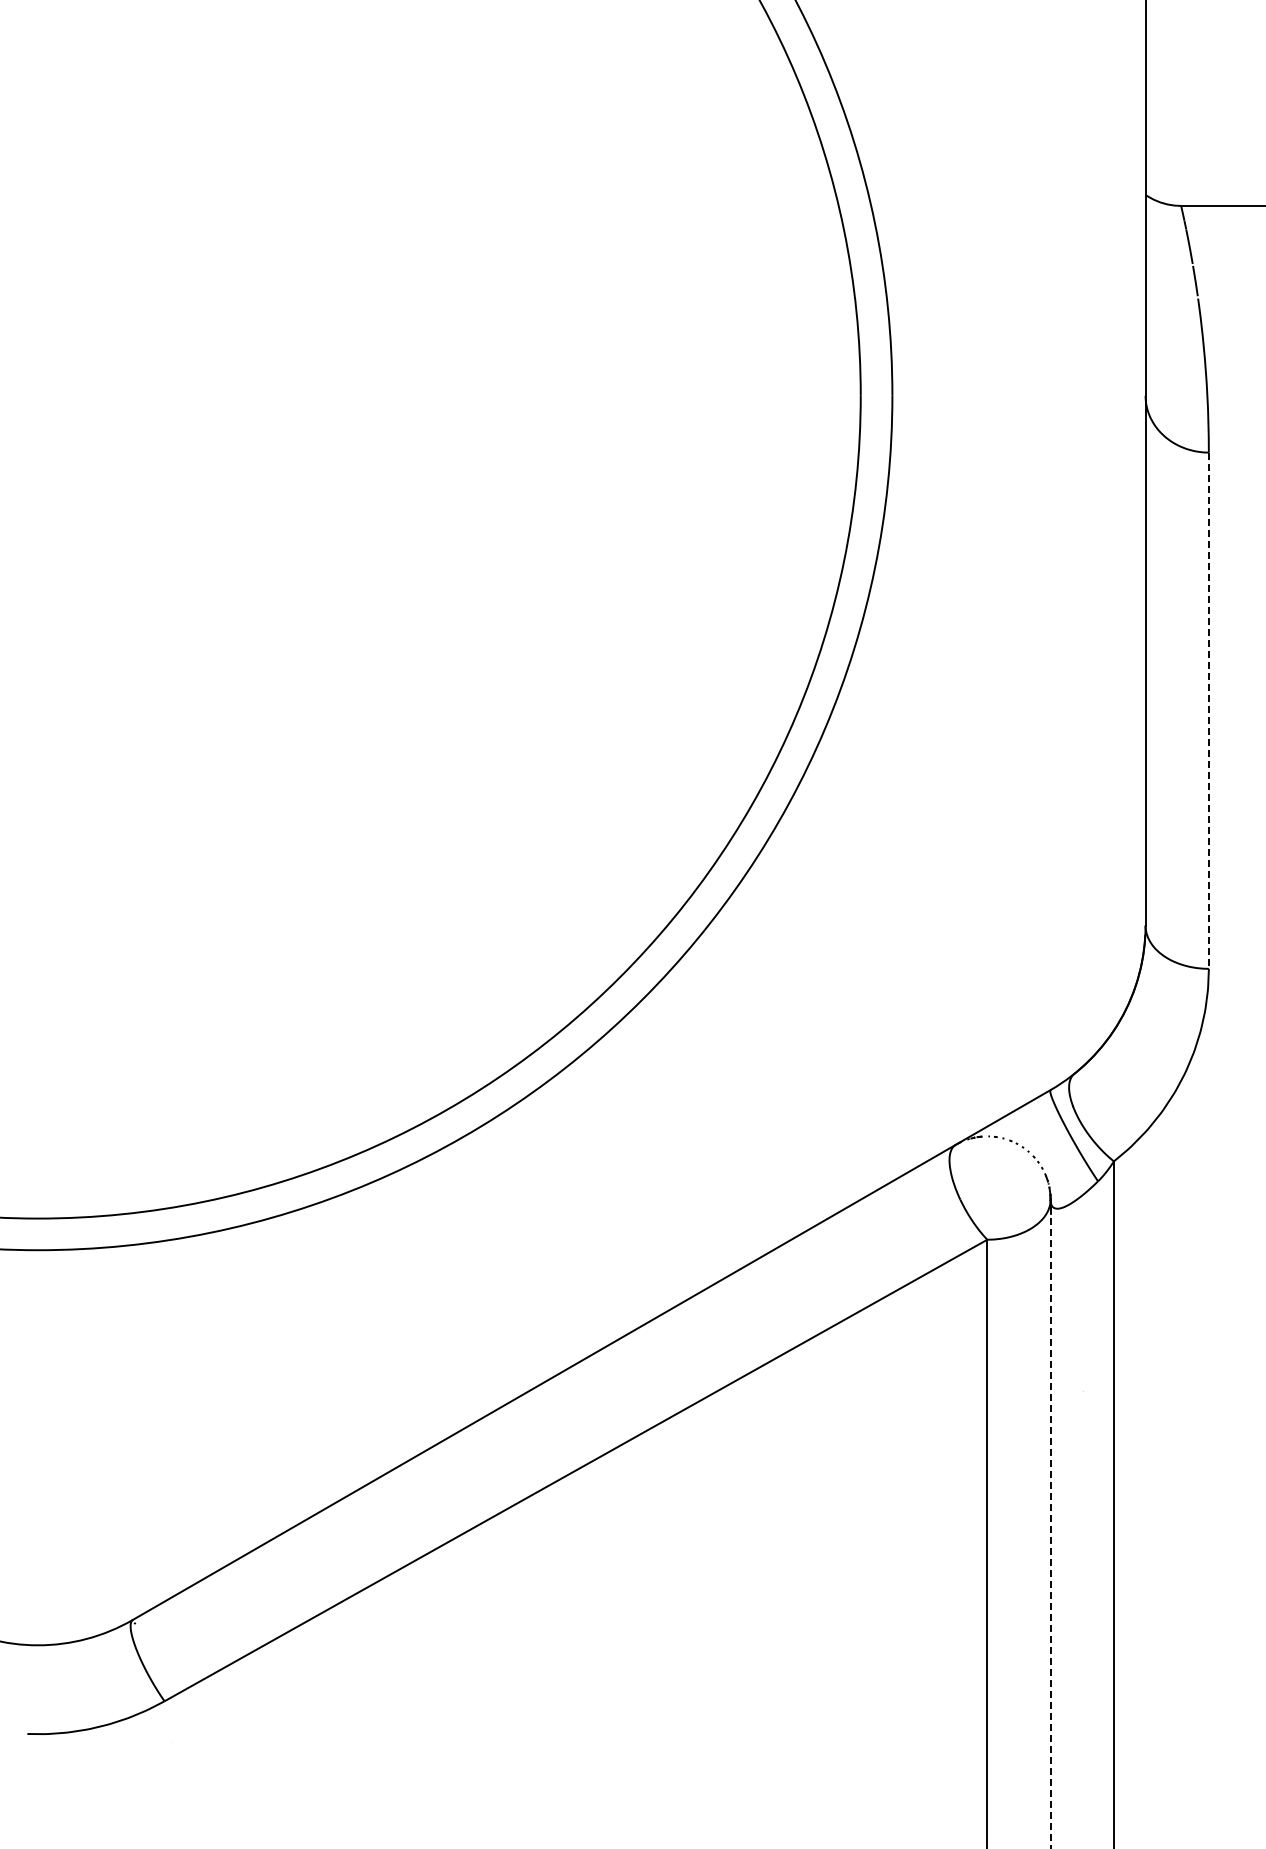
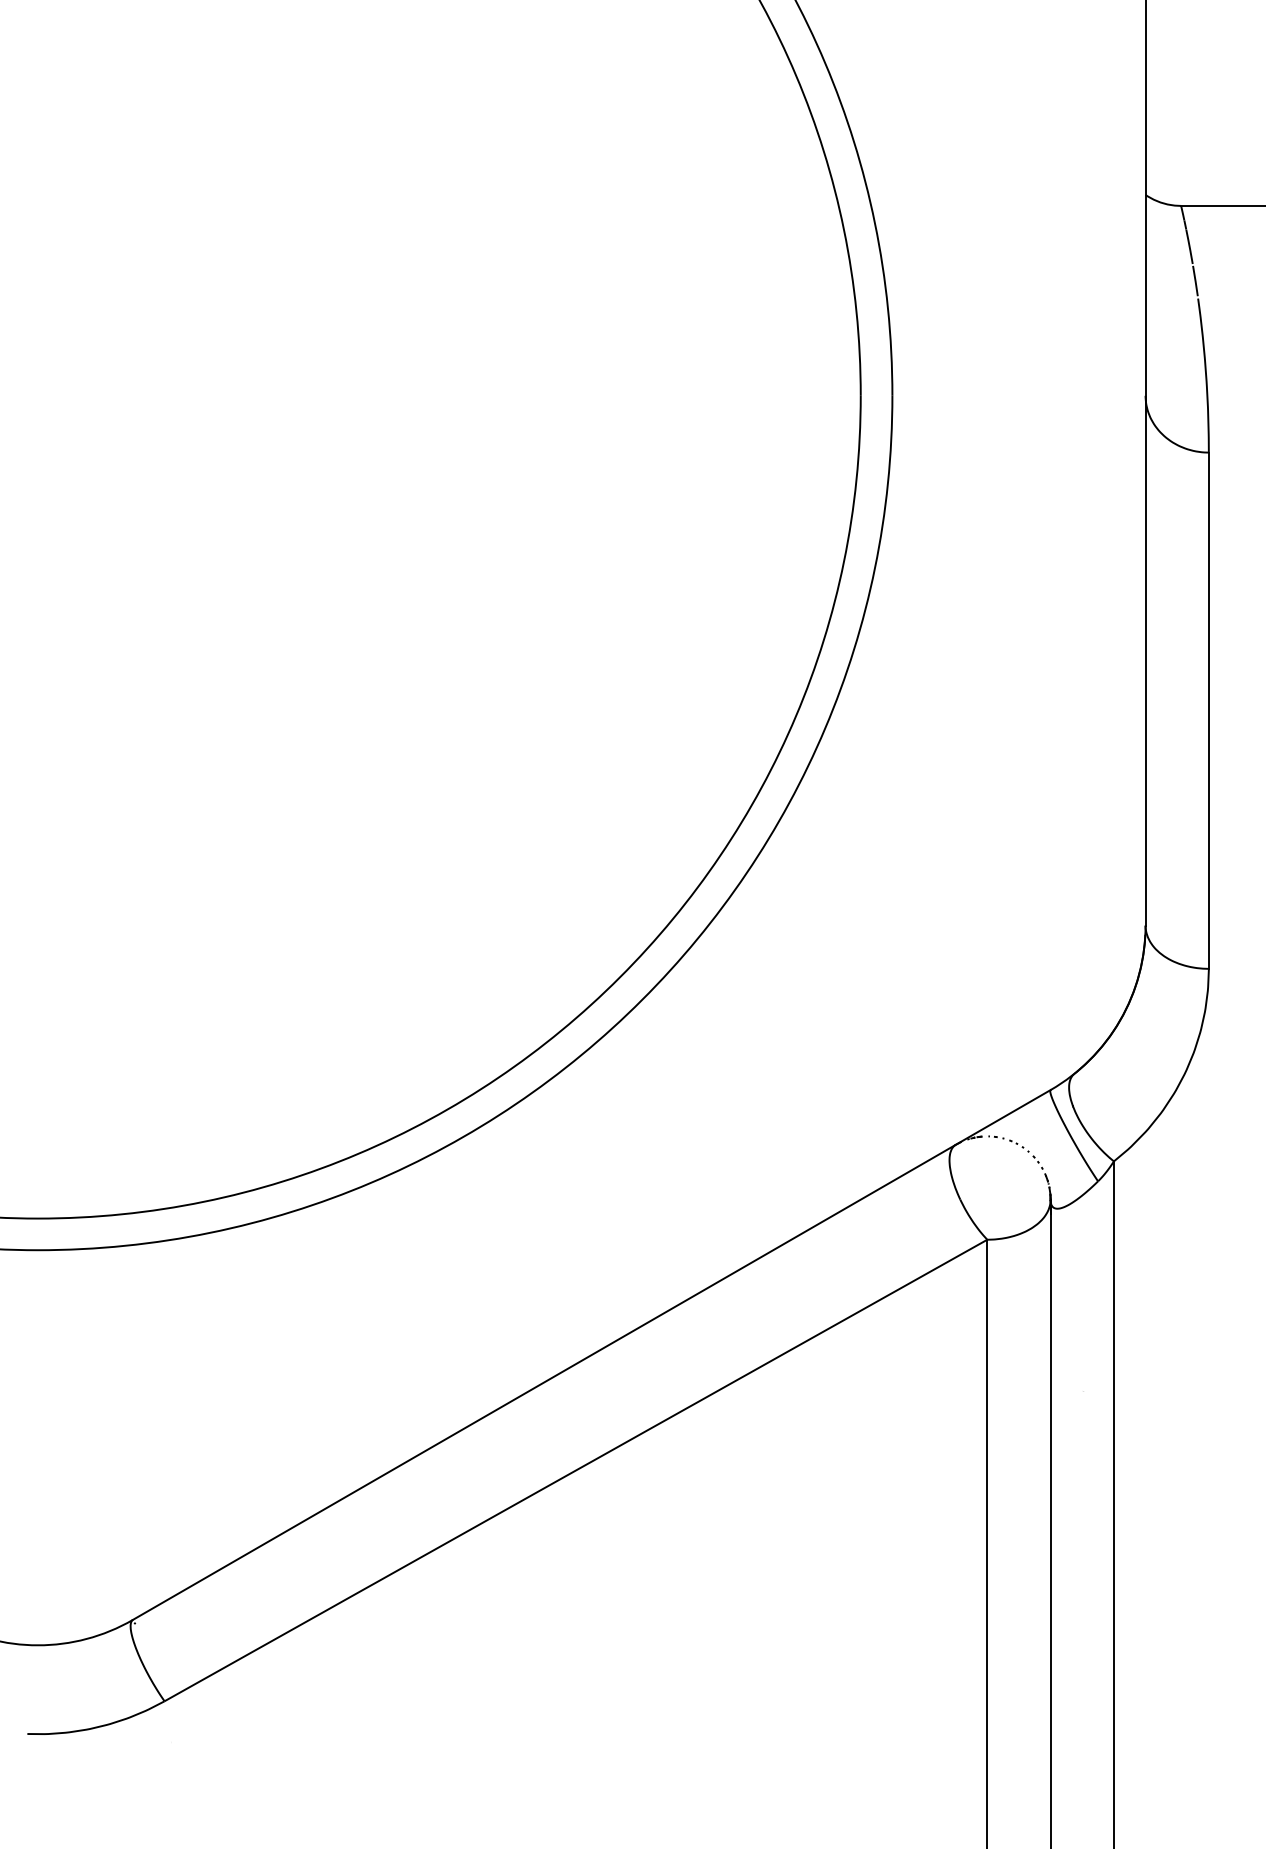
line at (1208, 711): dashed -> solid
line at (1050, 1523): dashed -> solid
